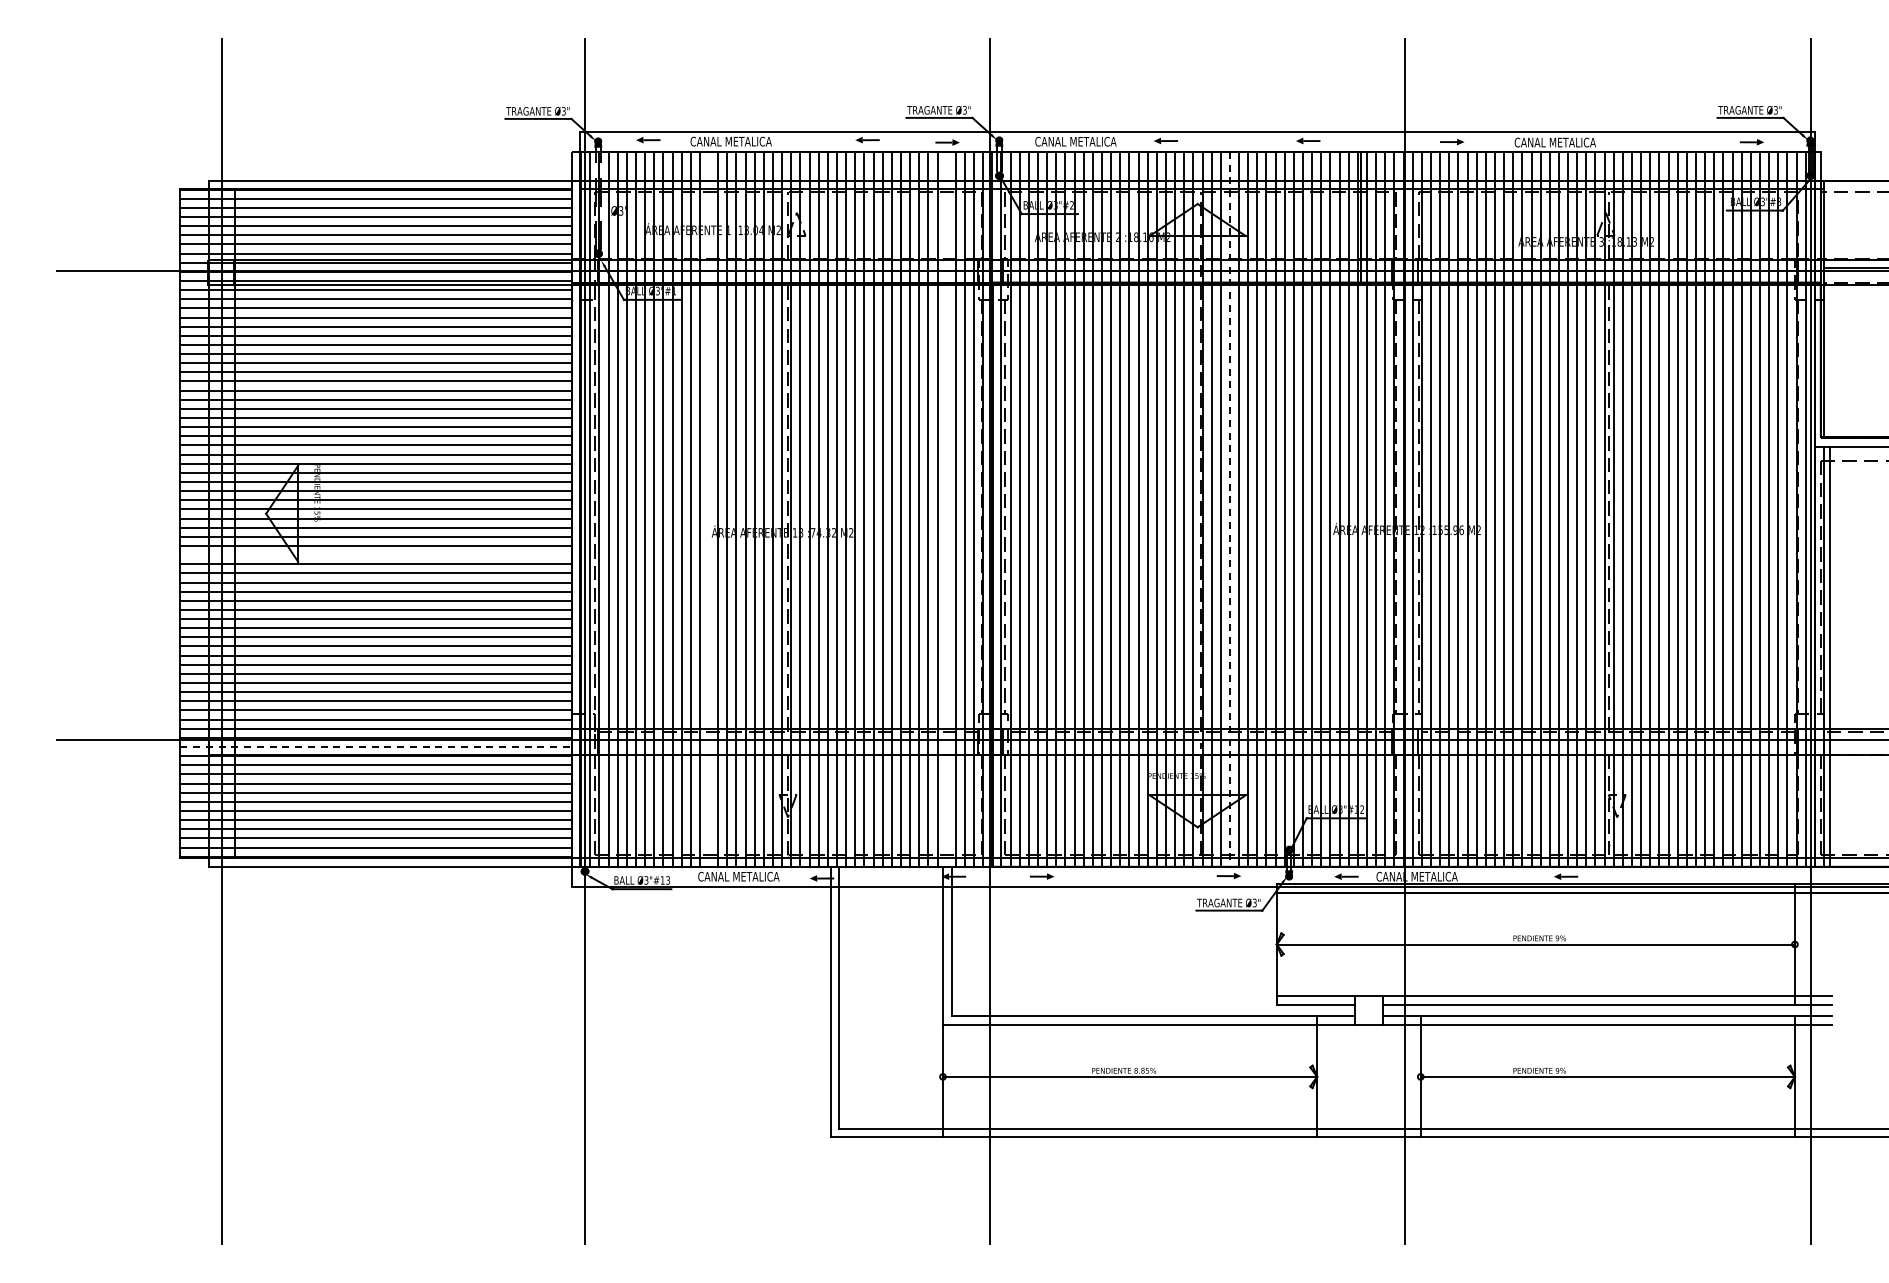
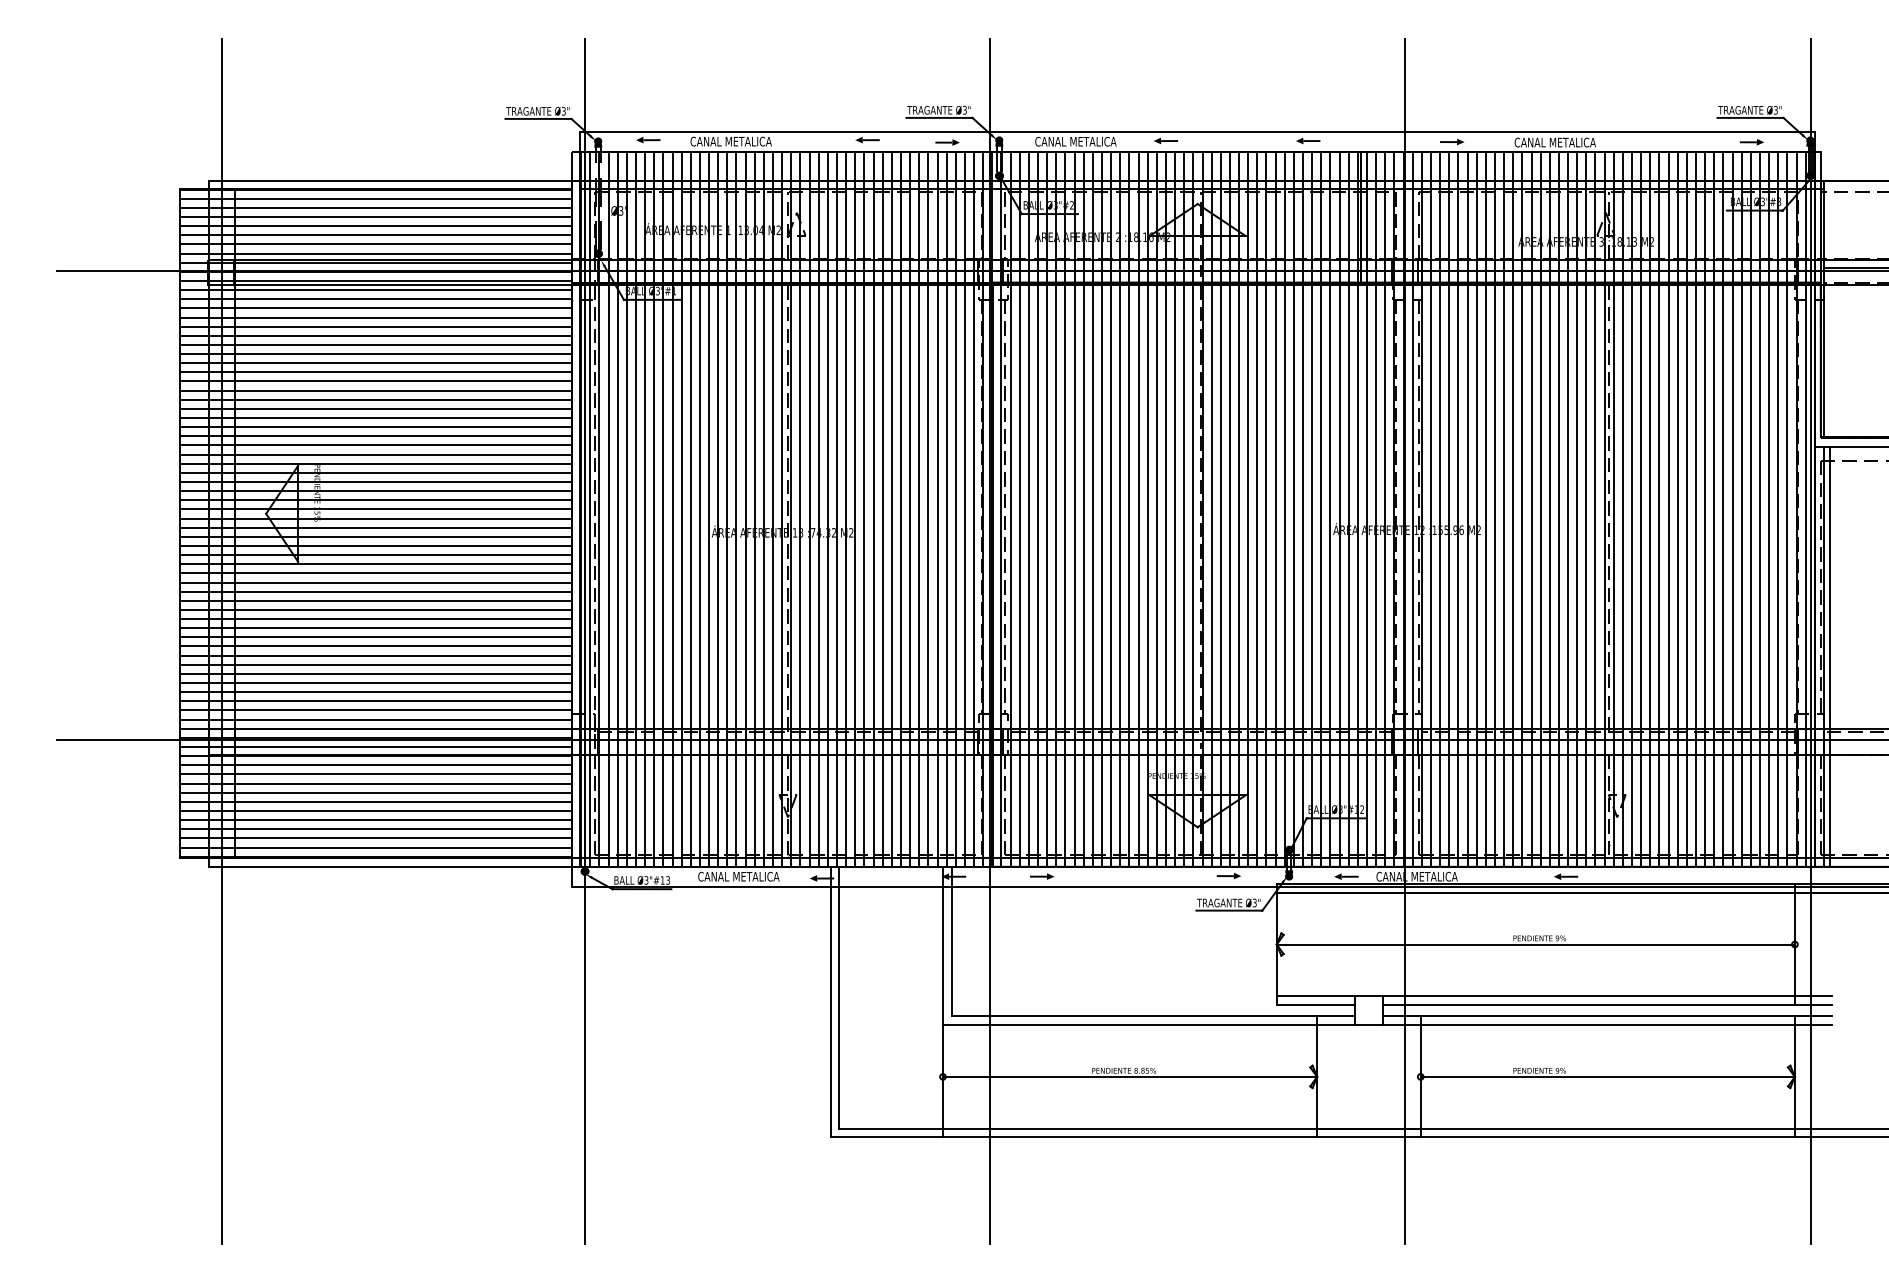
line at (709, 508): none -> present
line at (946, 508): none -> present
line at (1229, 509): dashed -> solid
line at (375, 555): none -> present
line at (375, 747): dashed -> solid
